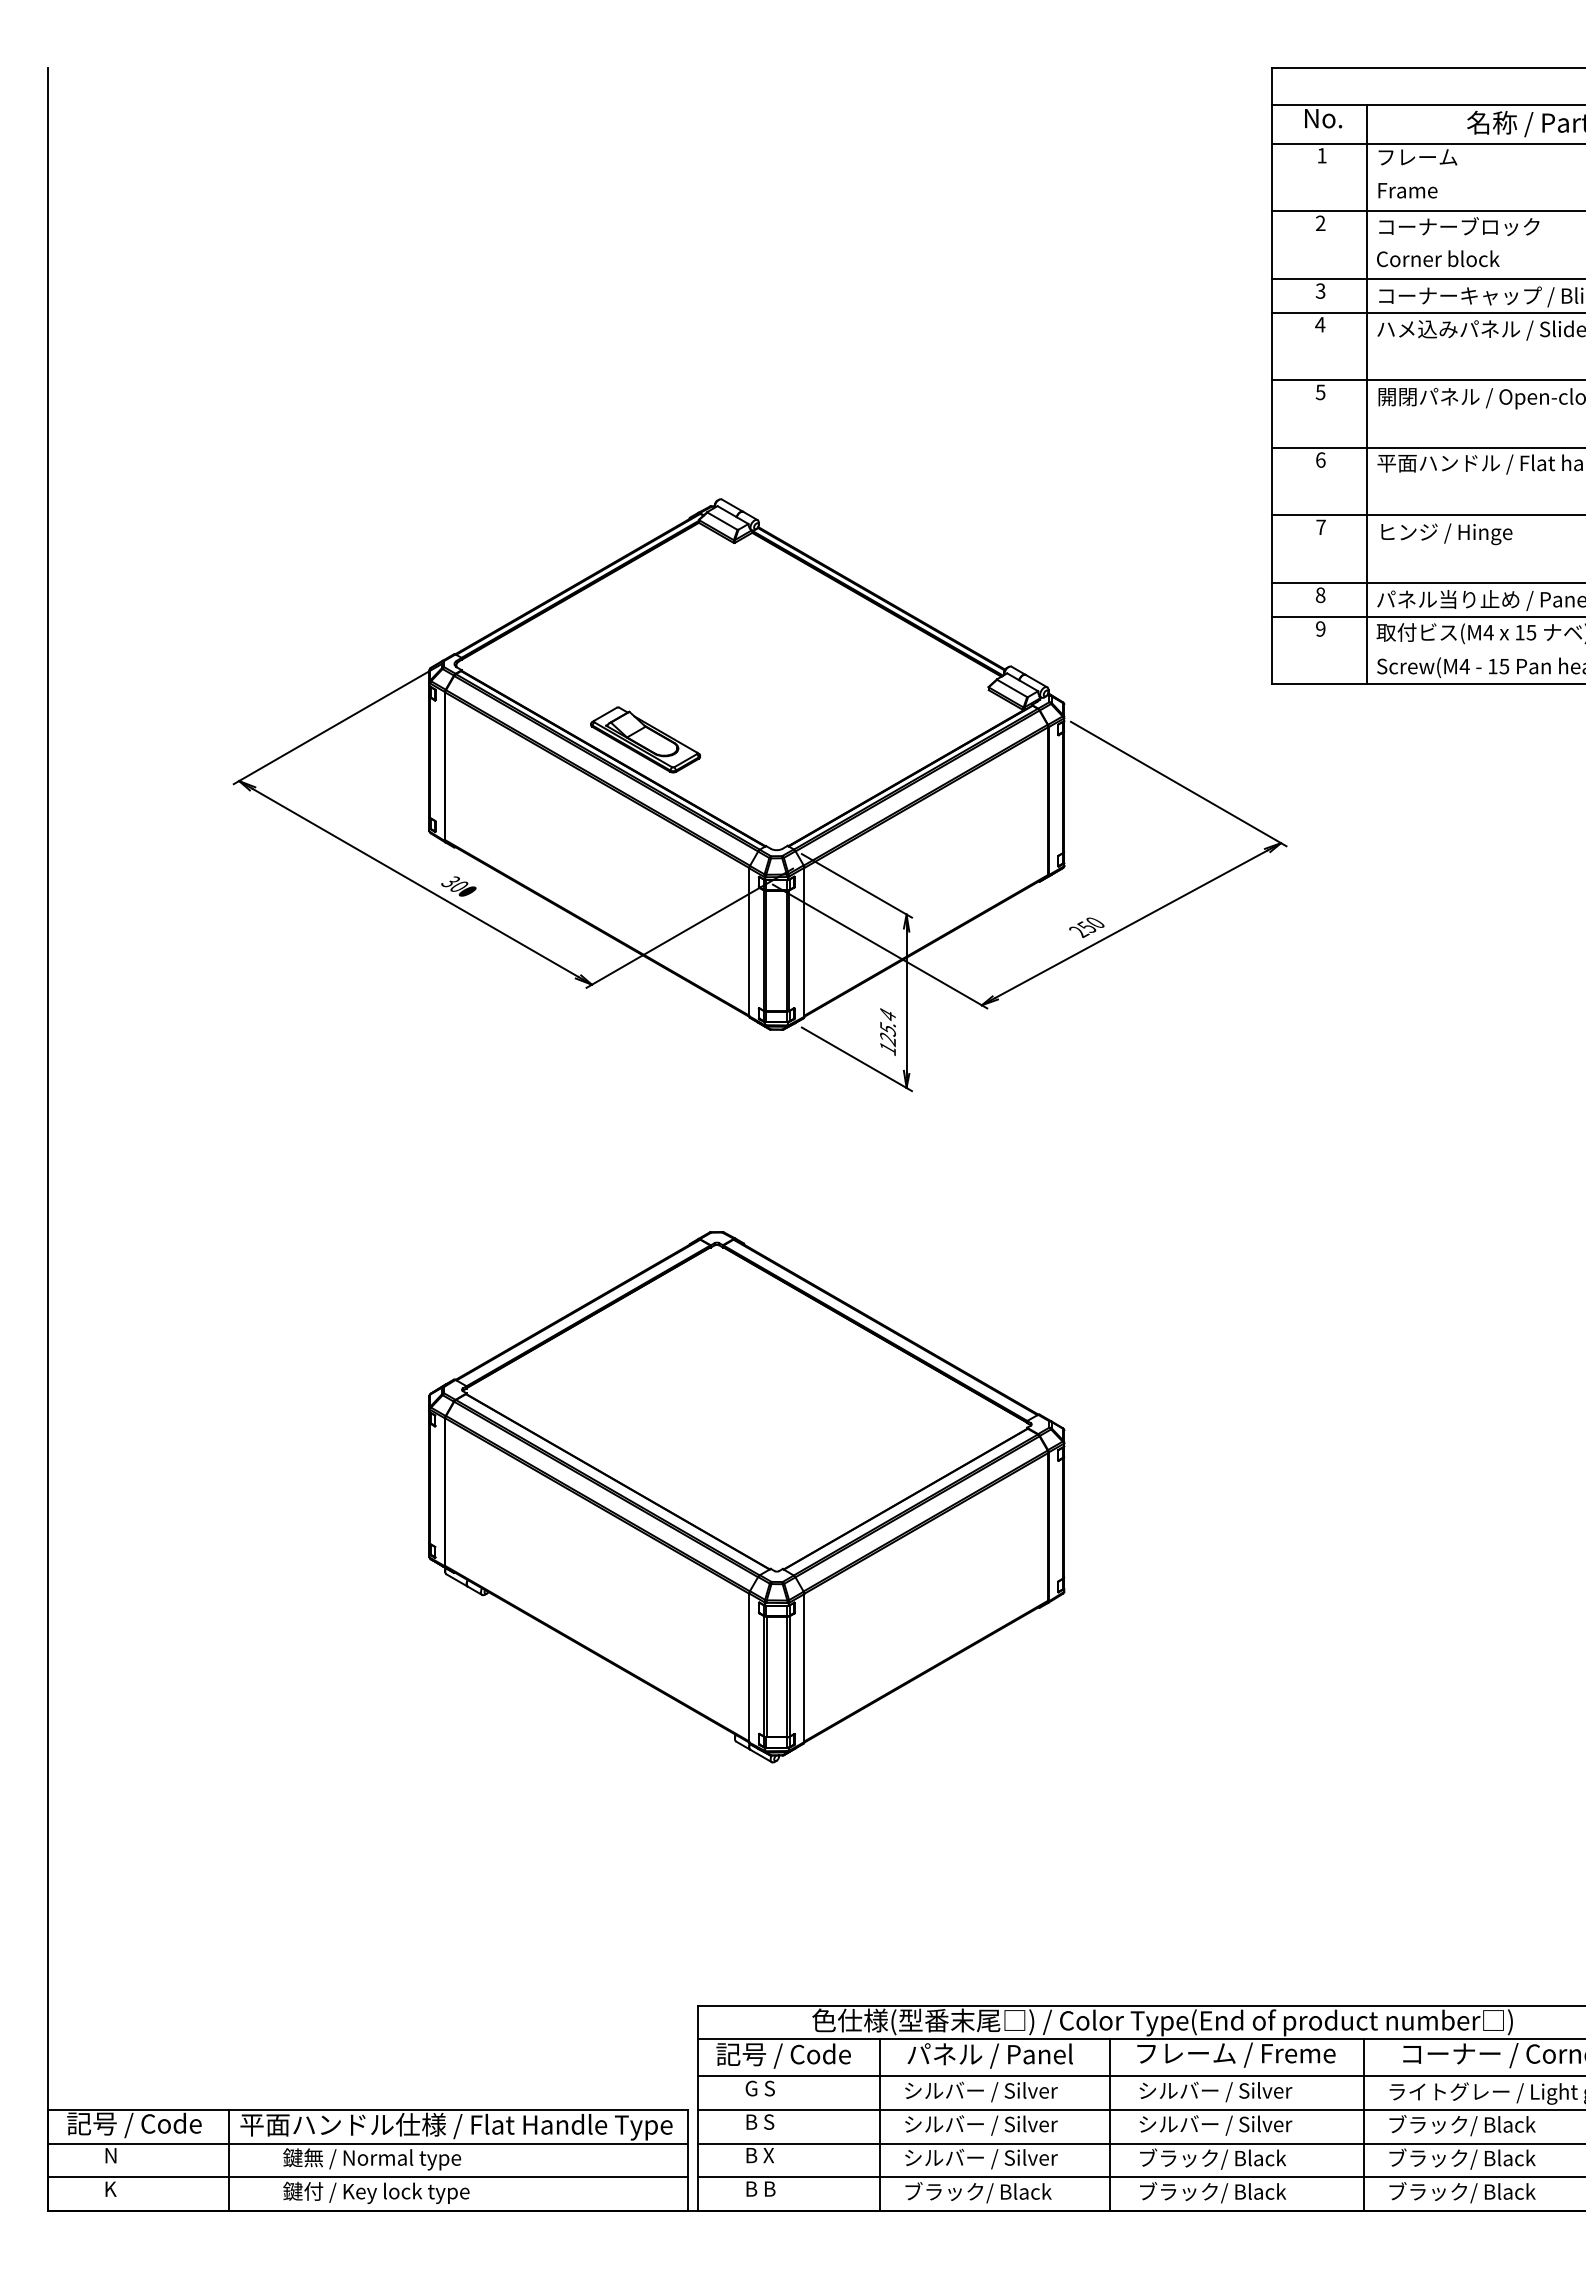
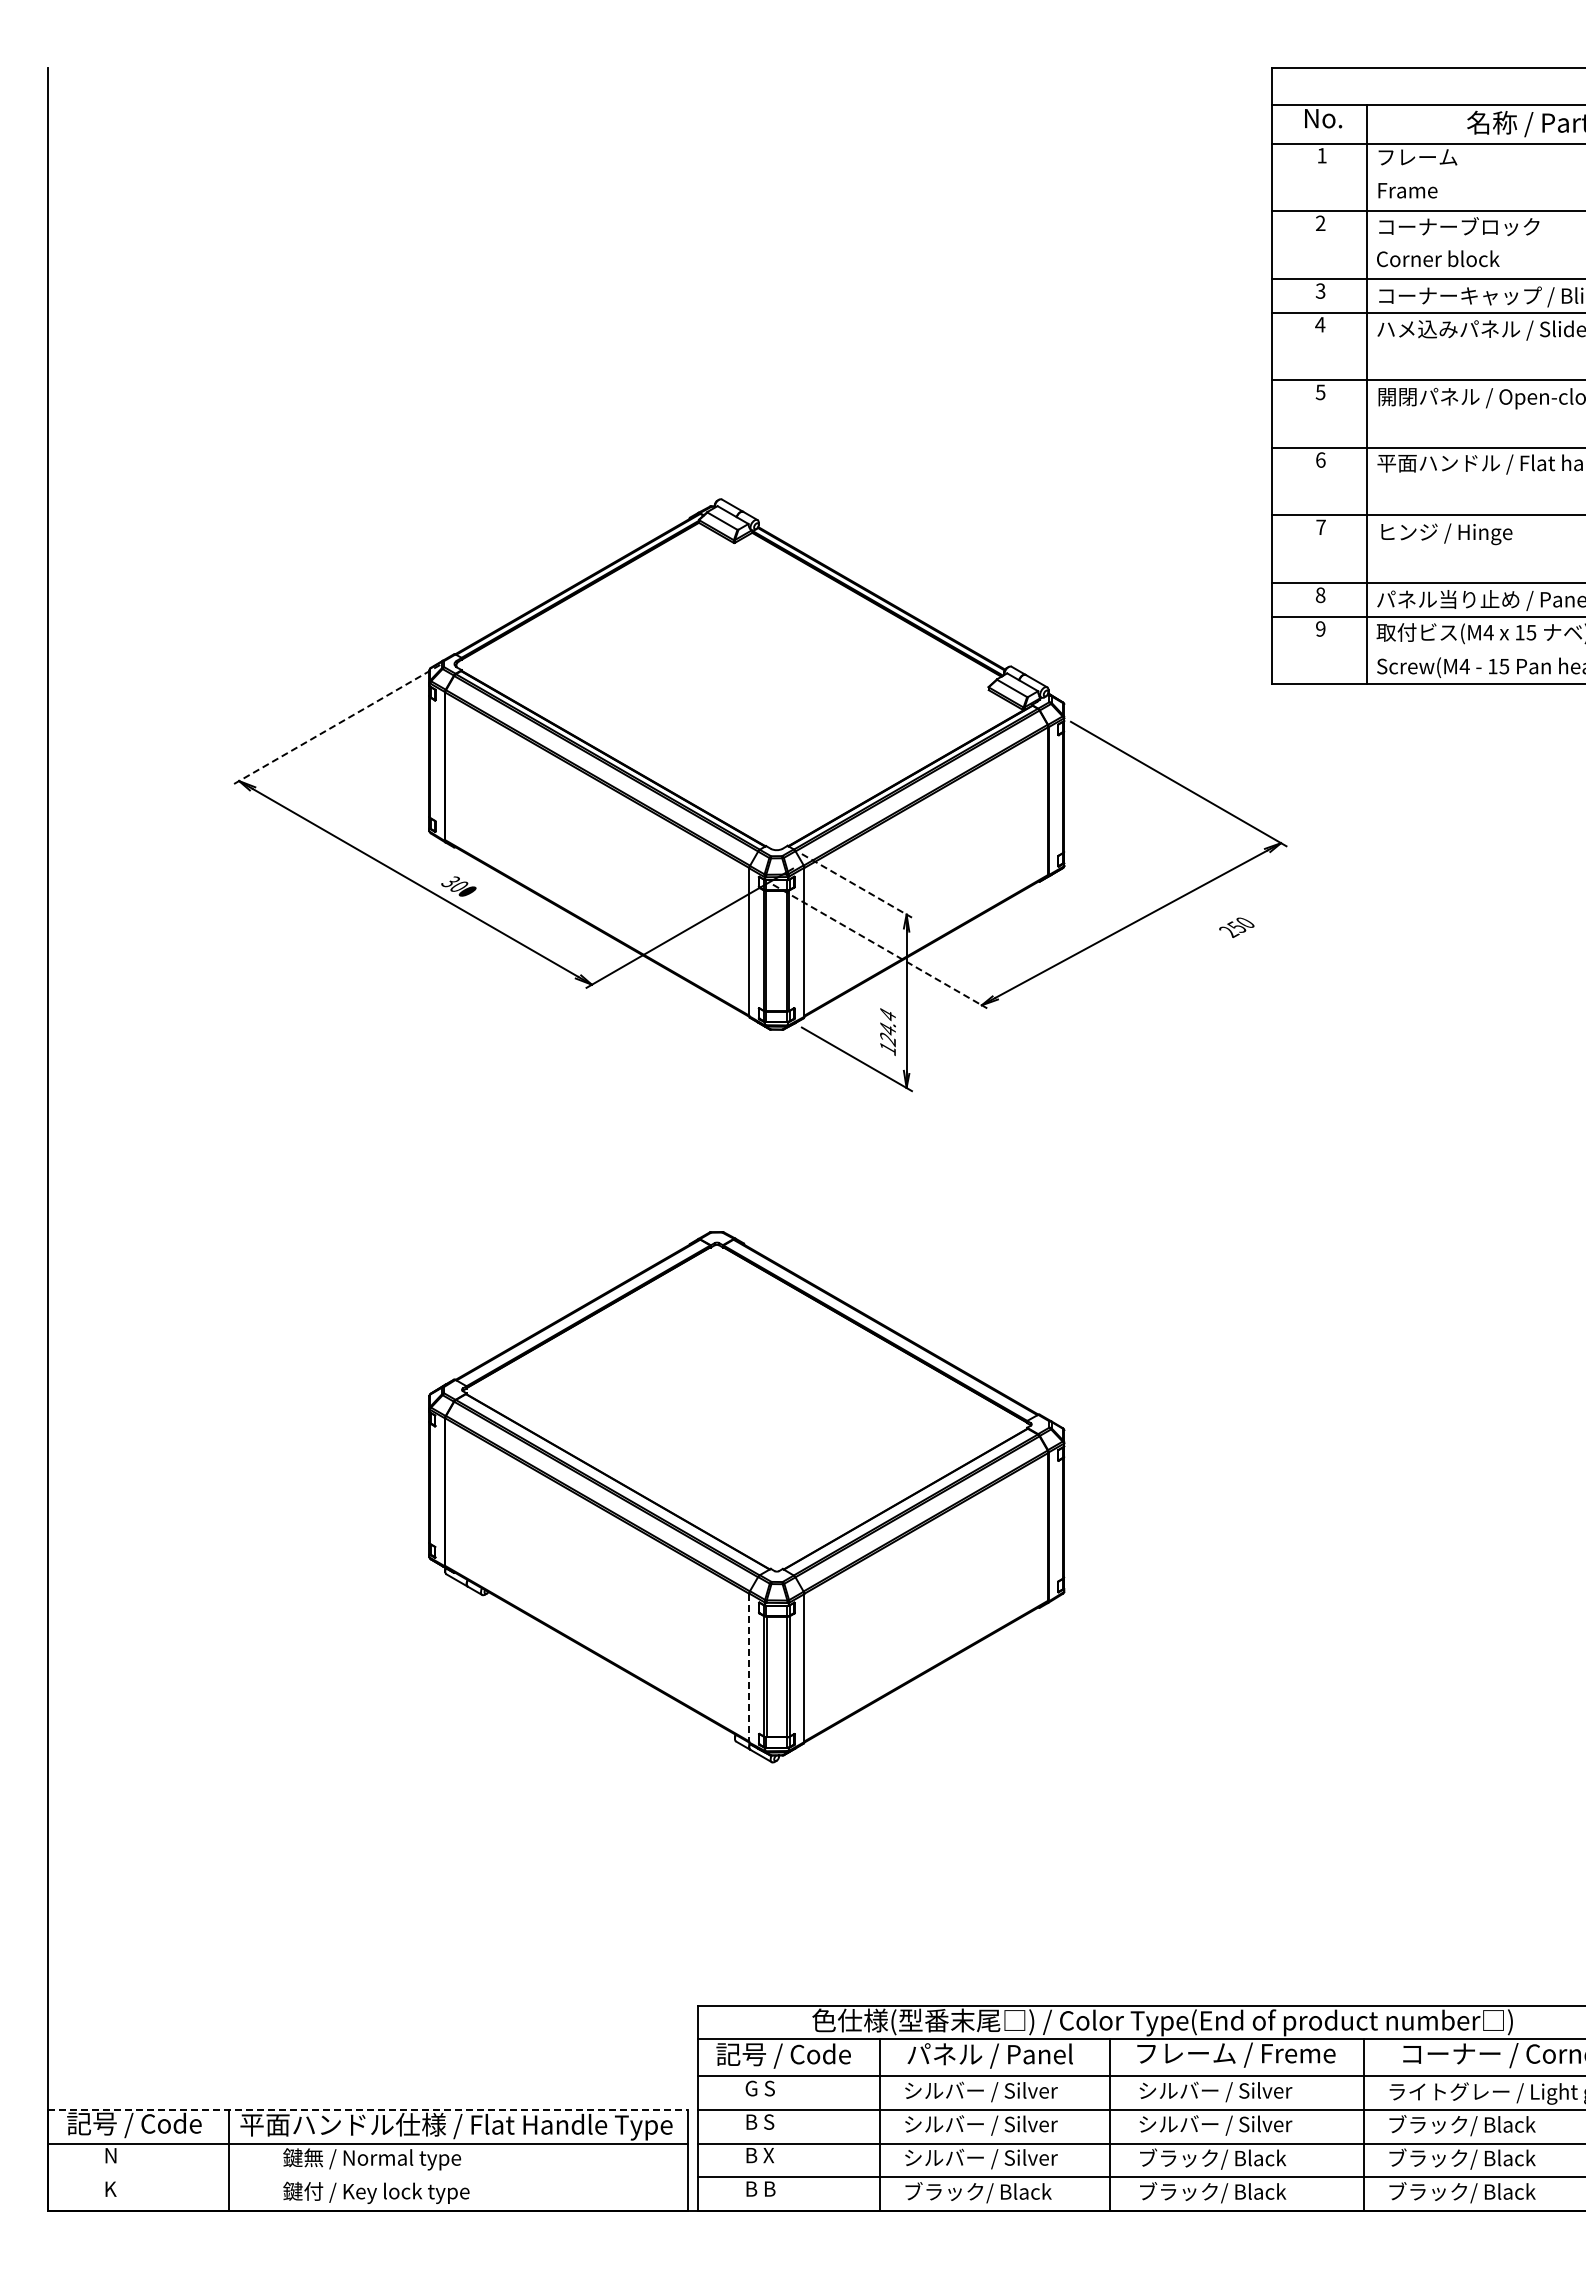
line at (336, 724): solid -> dashed
part at (645, 739): present -> none
line at (856, 885): solid -> dashed
text at (1086, 927) position: (1086, 927) -> (1236, 927)
line at (880, 946): solid -> dashed
text at (888, 1028): 125.4 -> 124.4
line at (749, 1668): solid -> dashed
line at (368, 2109): solid -> dashed
line at (367, 2177): present -> none
